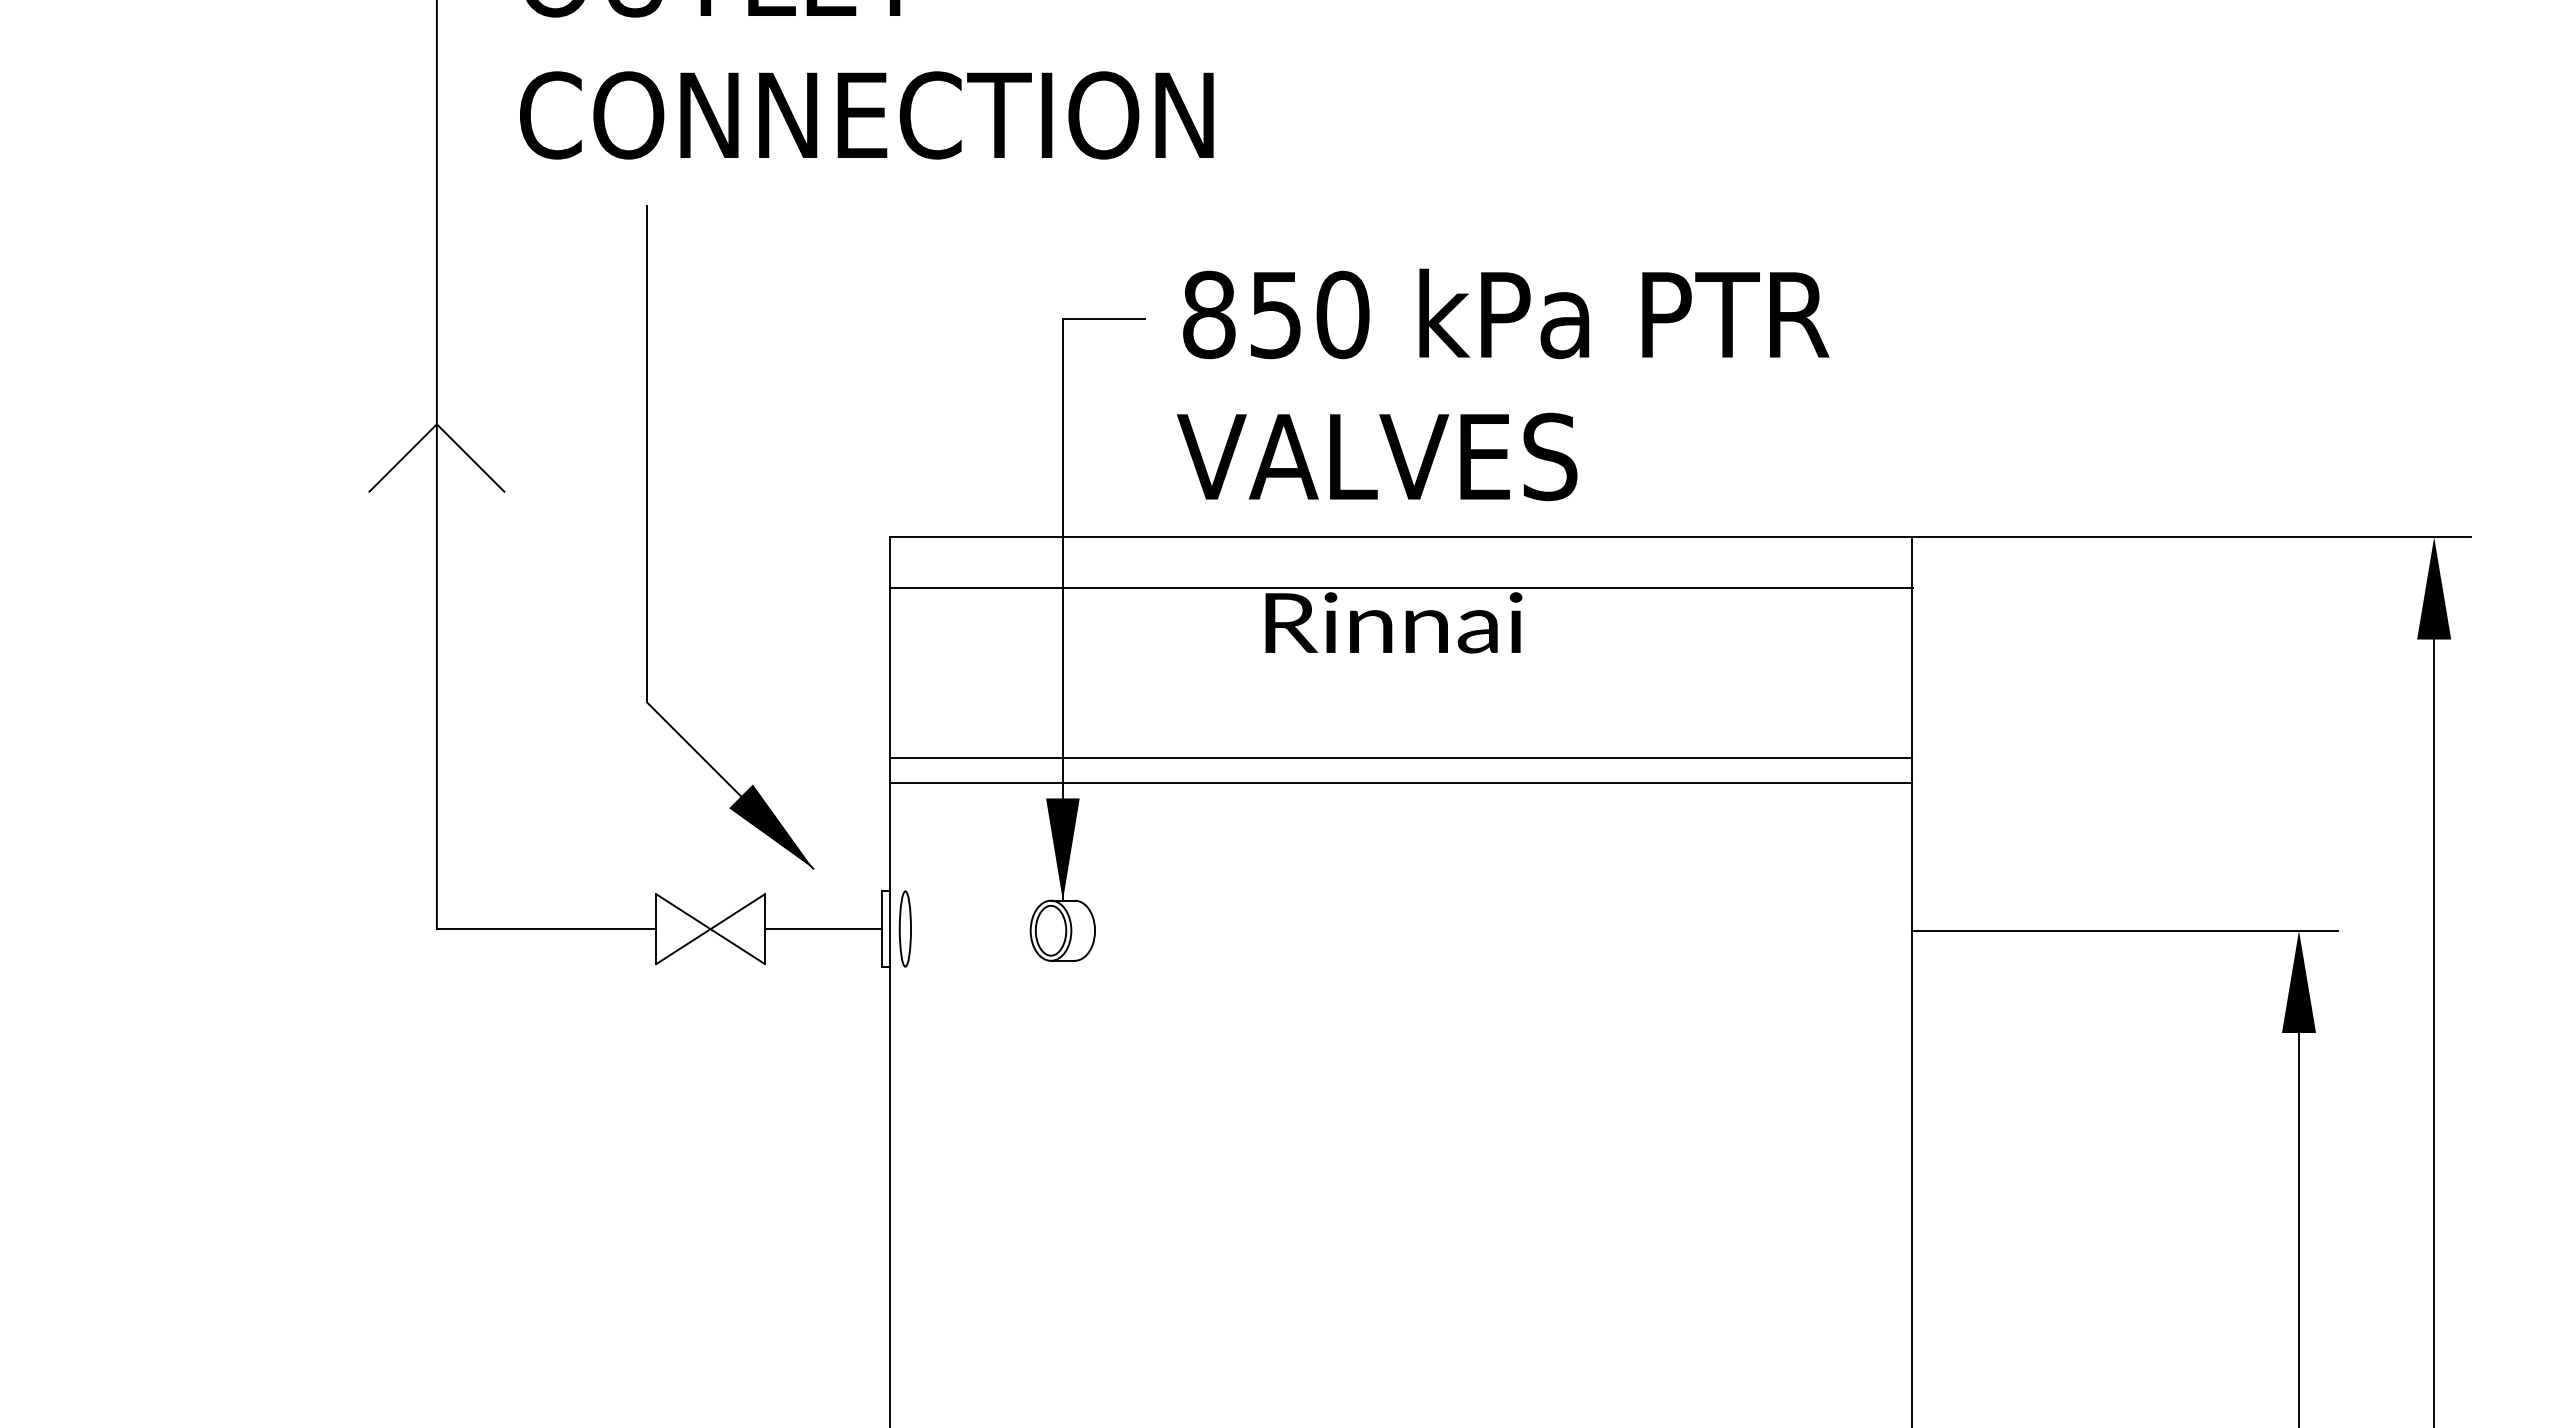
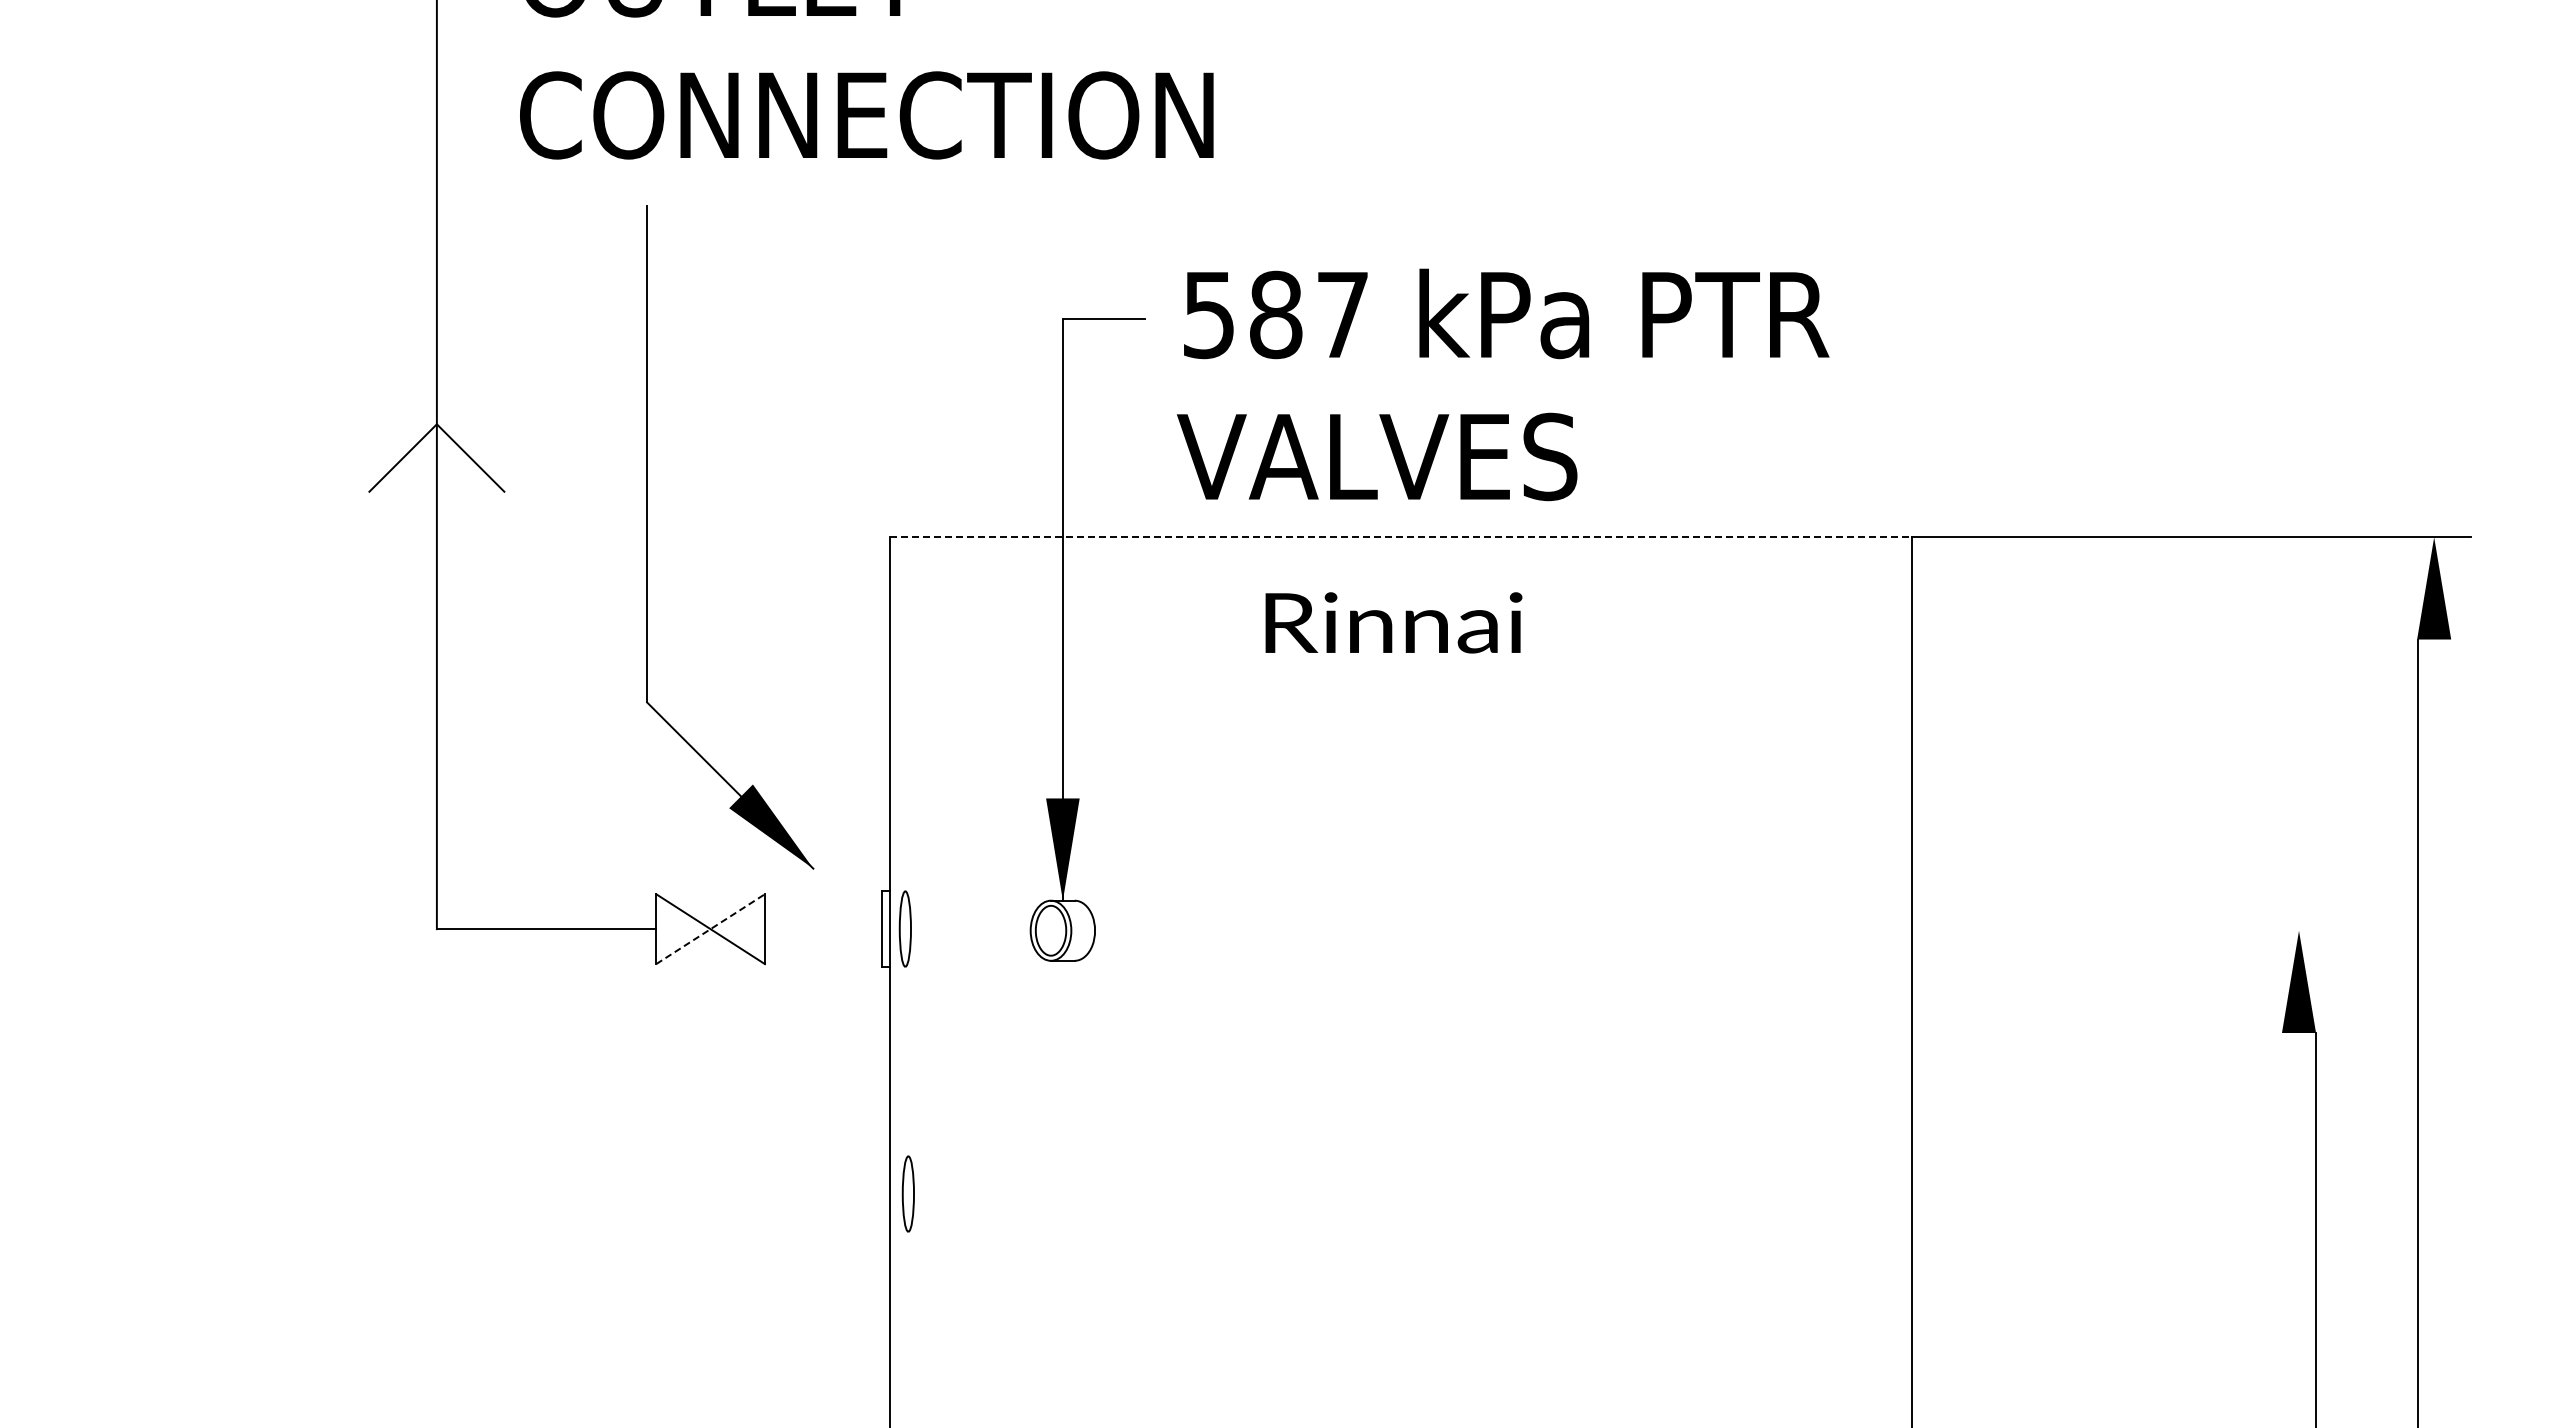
text at (1276, 314): 850 -> 587
line at (1401, 537): solid -> dashed
line at (1400, 588): present -> none
line at (1400, 757): present -> none
line at (1400, 783): present -> none
line at (710, 929): solid -> dashed
line at (823, 929): present -> none
line at (2124, 930): present -> none
line at (2434, 1031) position: (2434, 1031) -> (2418, 1031)
part at (907, 1193): none -> present
line at (2299, 1228) position: (2299, 1228) -> (2316, 1228)
